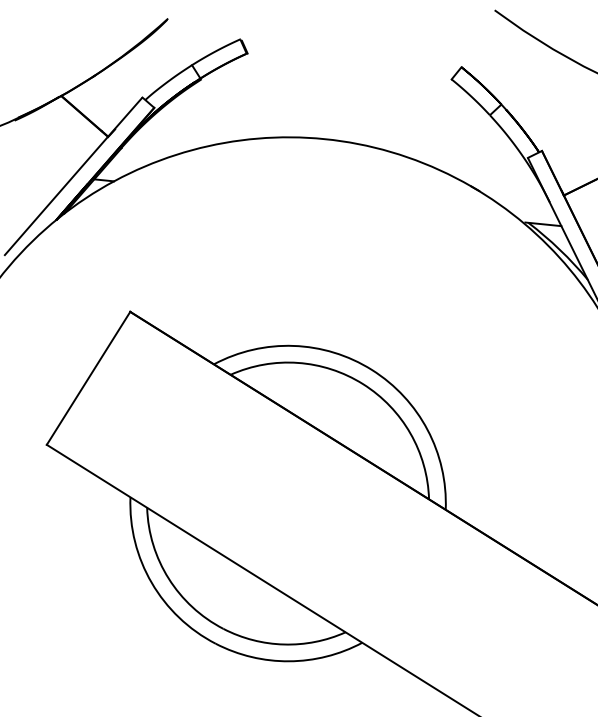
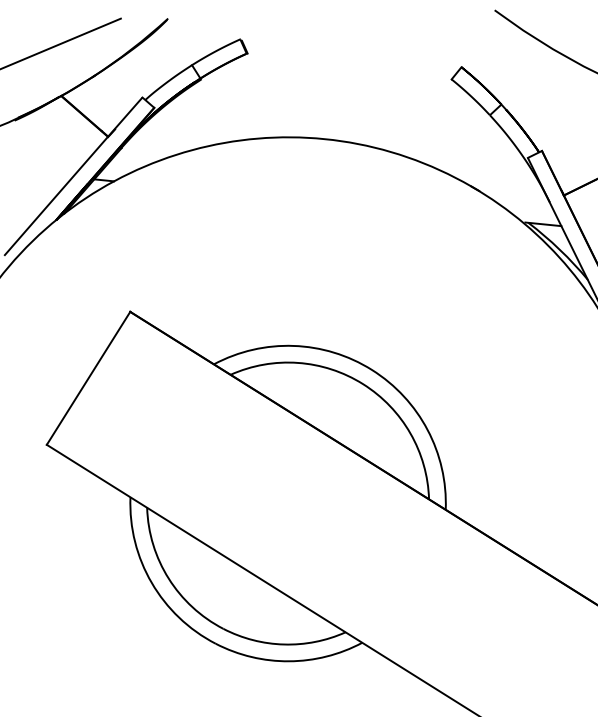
line at (61, 43): none -> present
